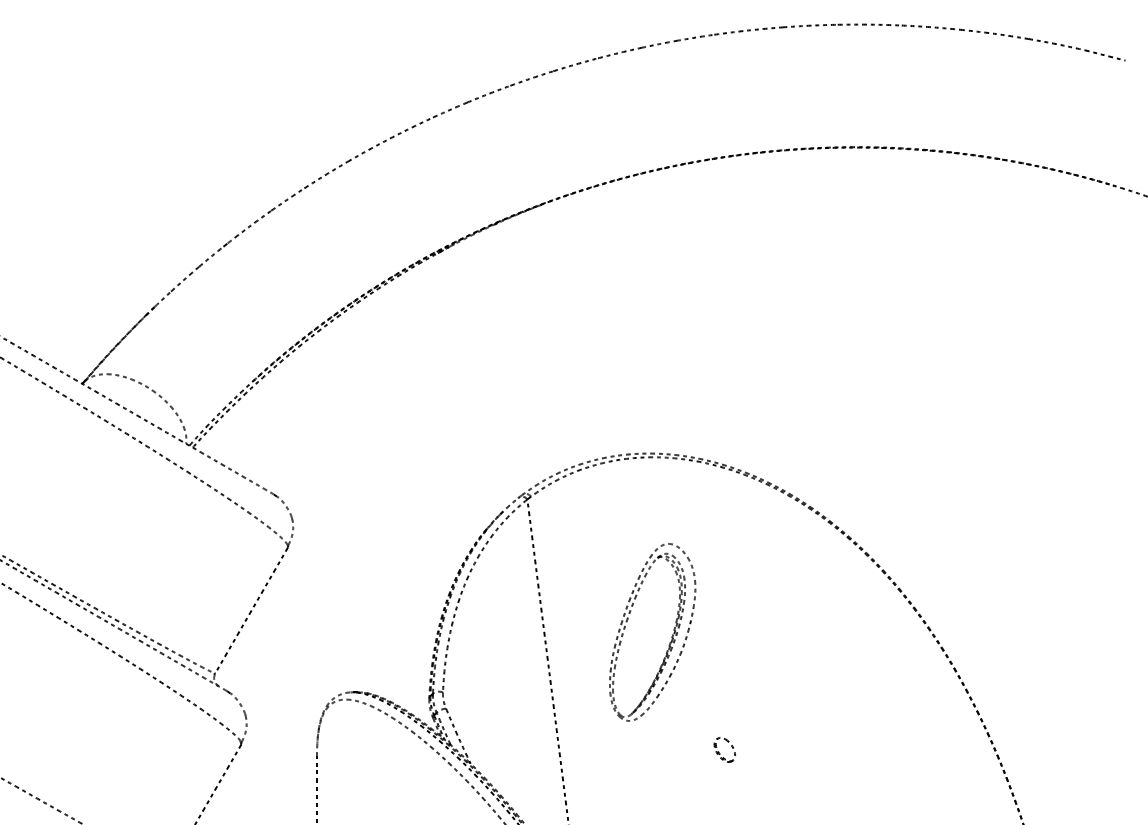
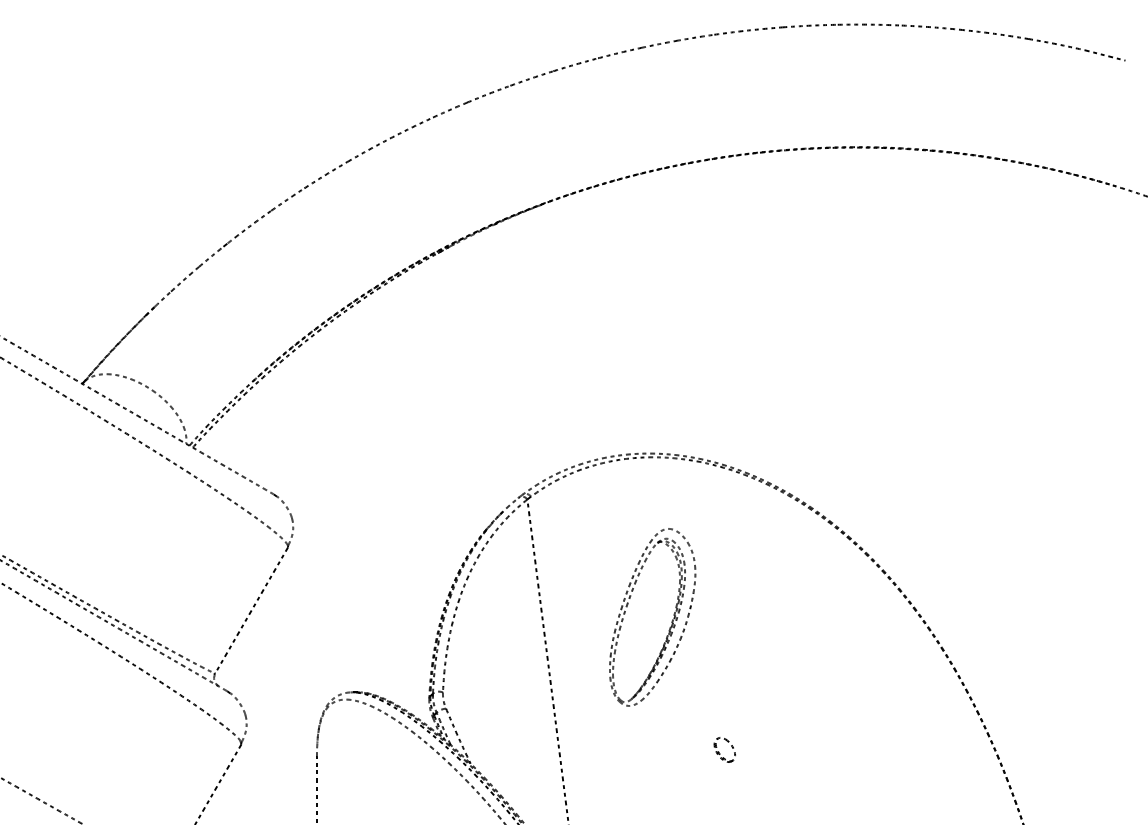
part at (671, 636) position: (671, 636) -> (671, 621)
